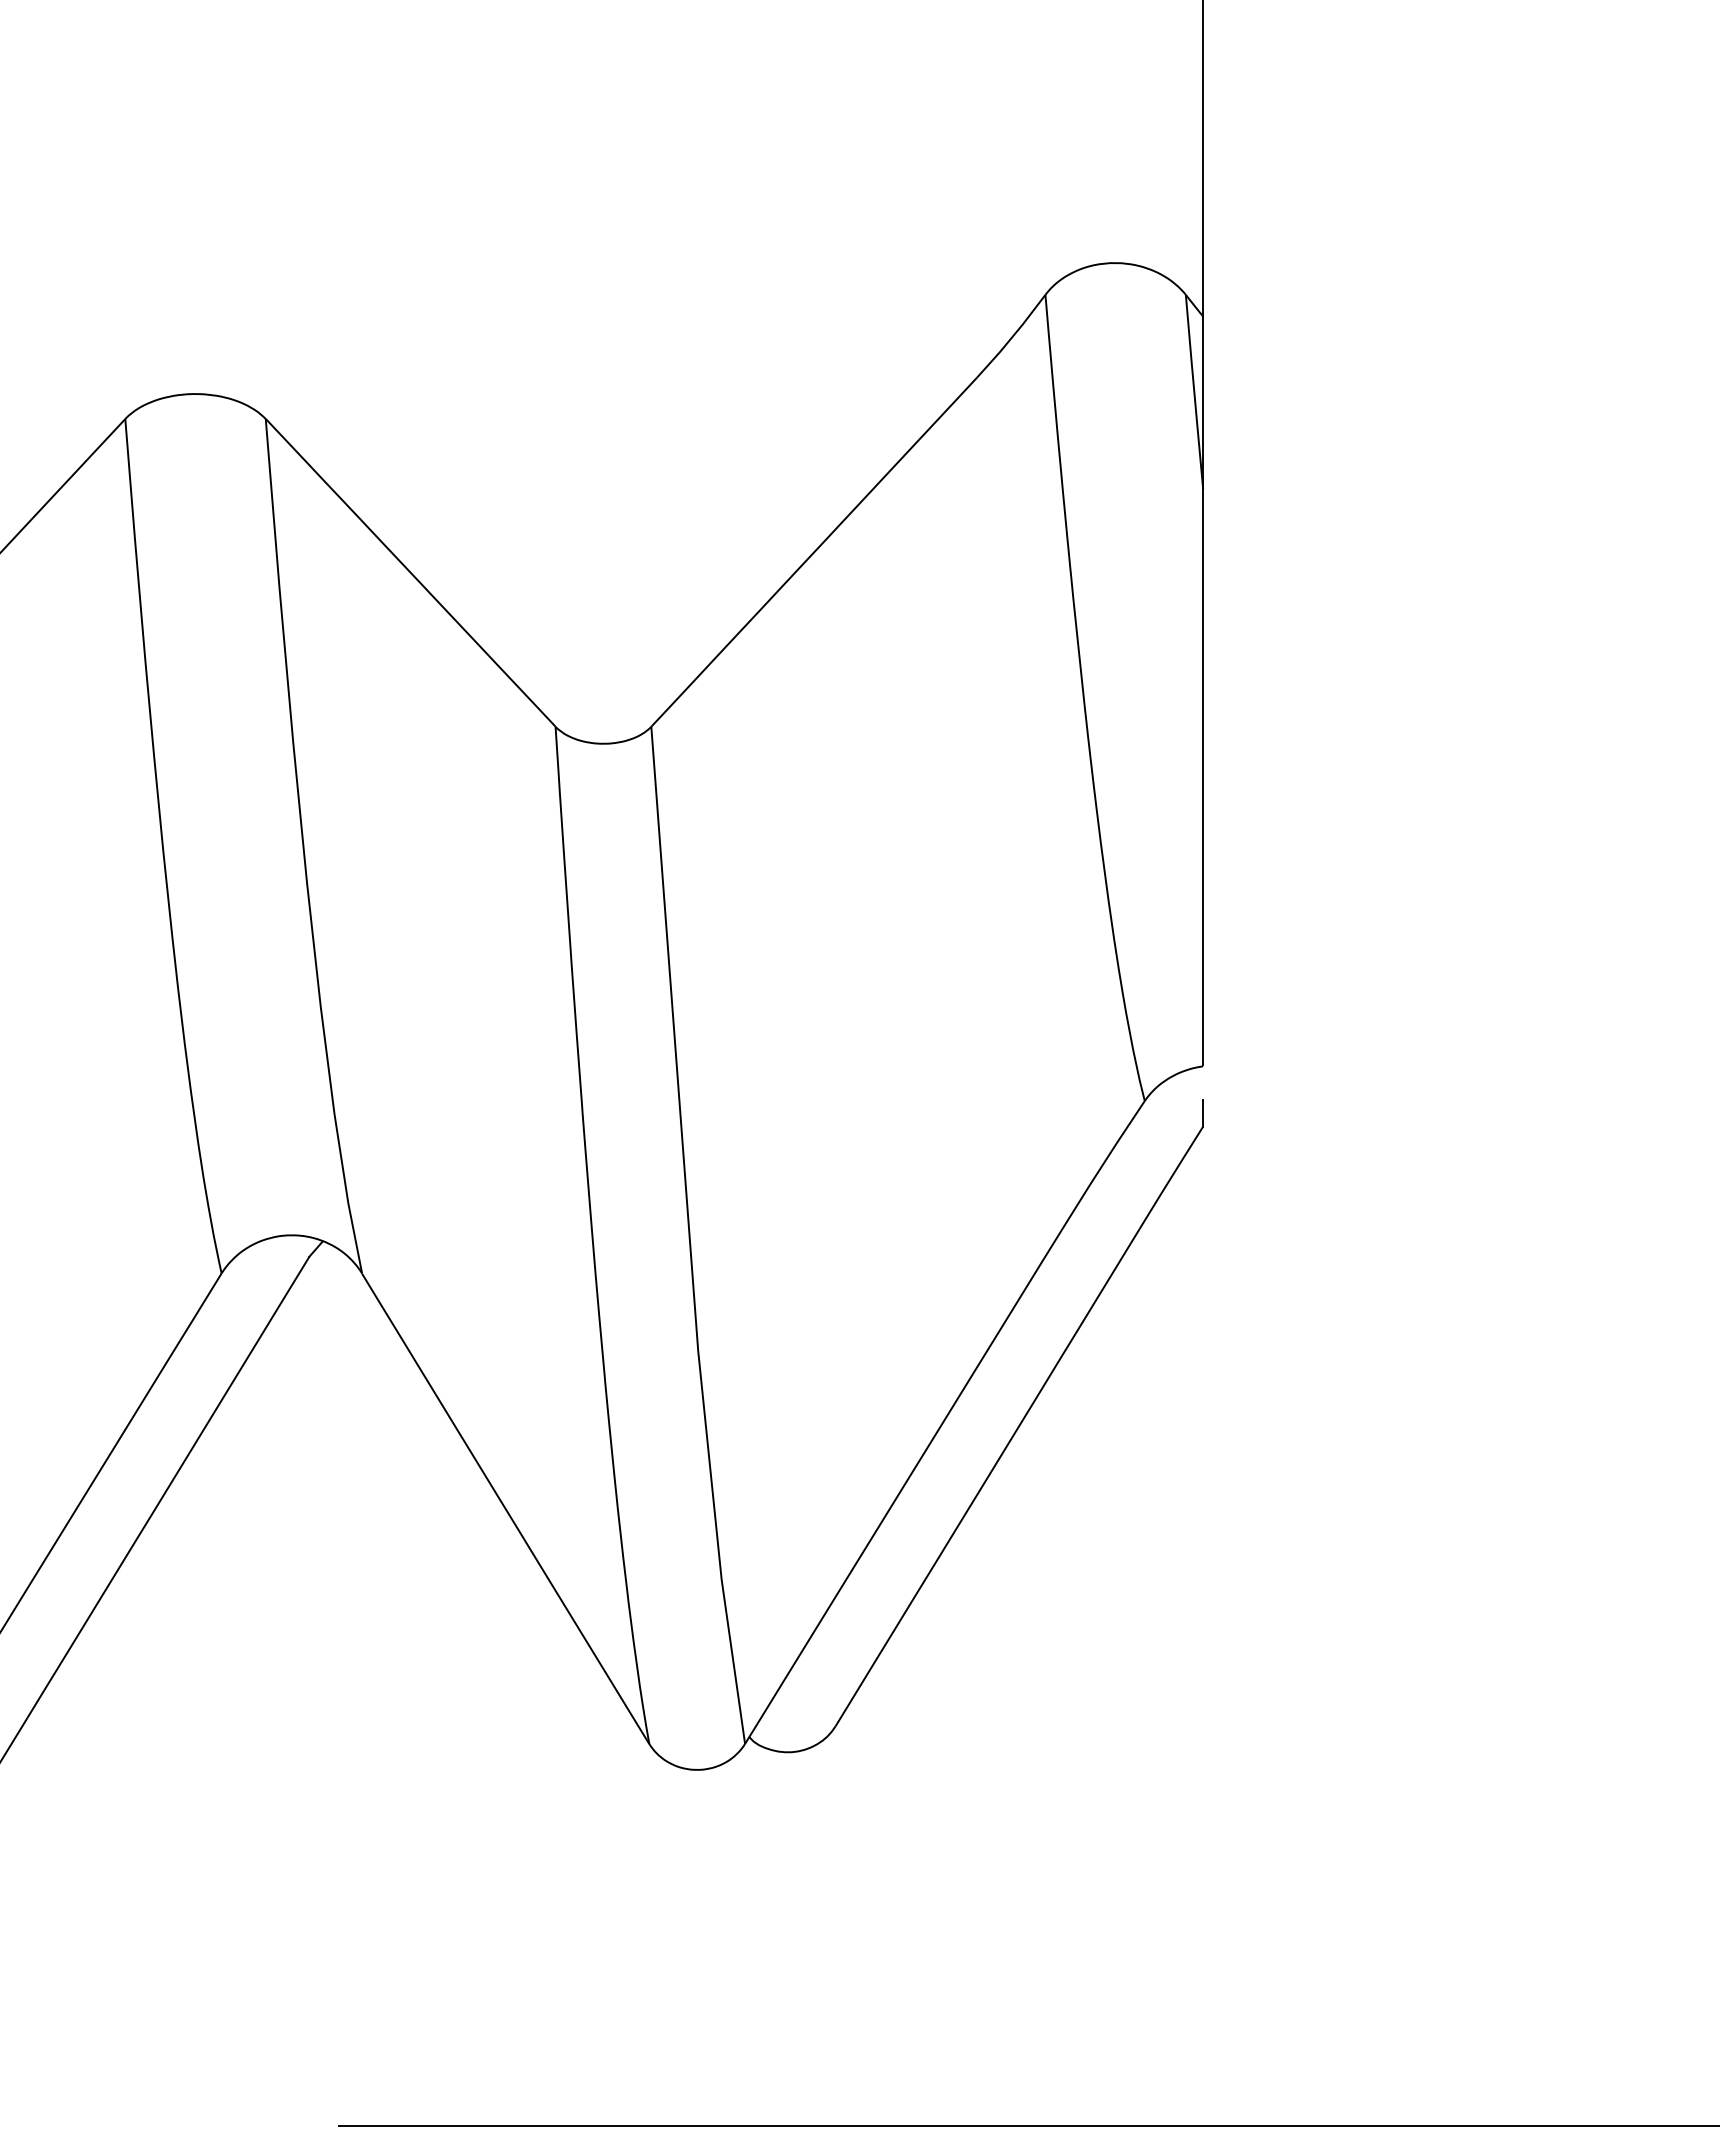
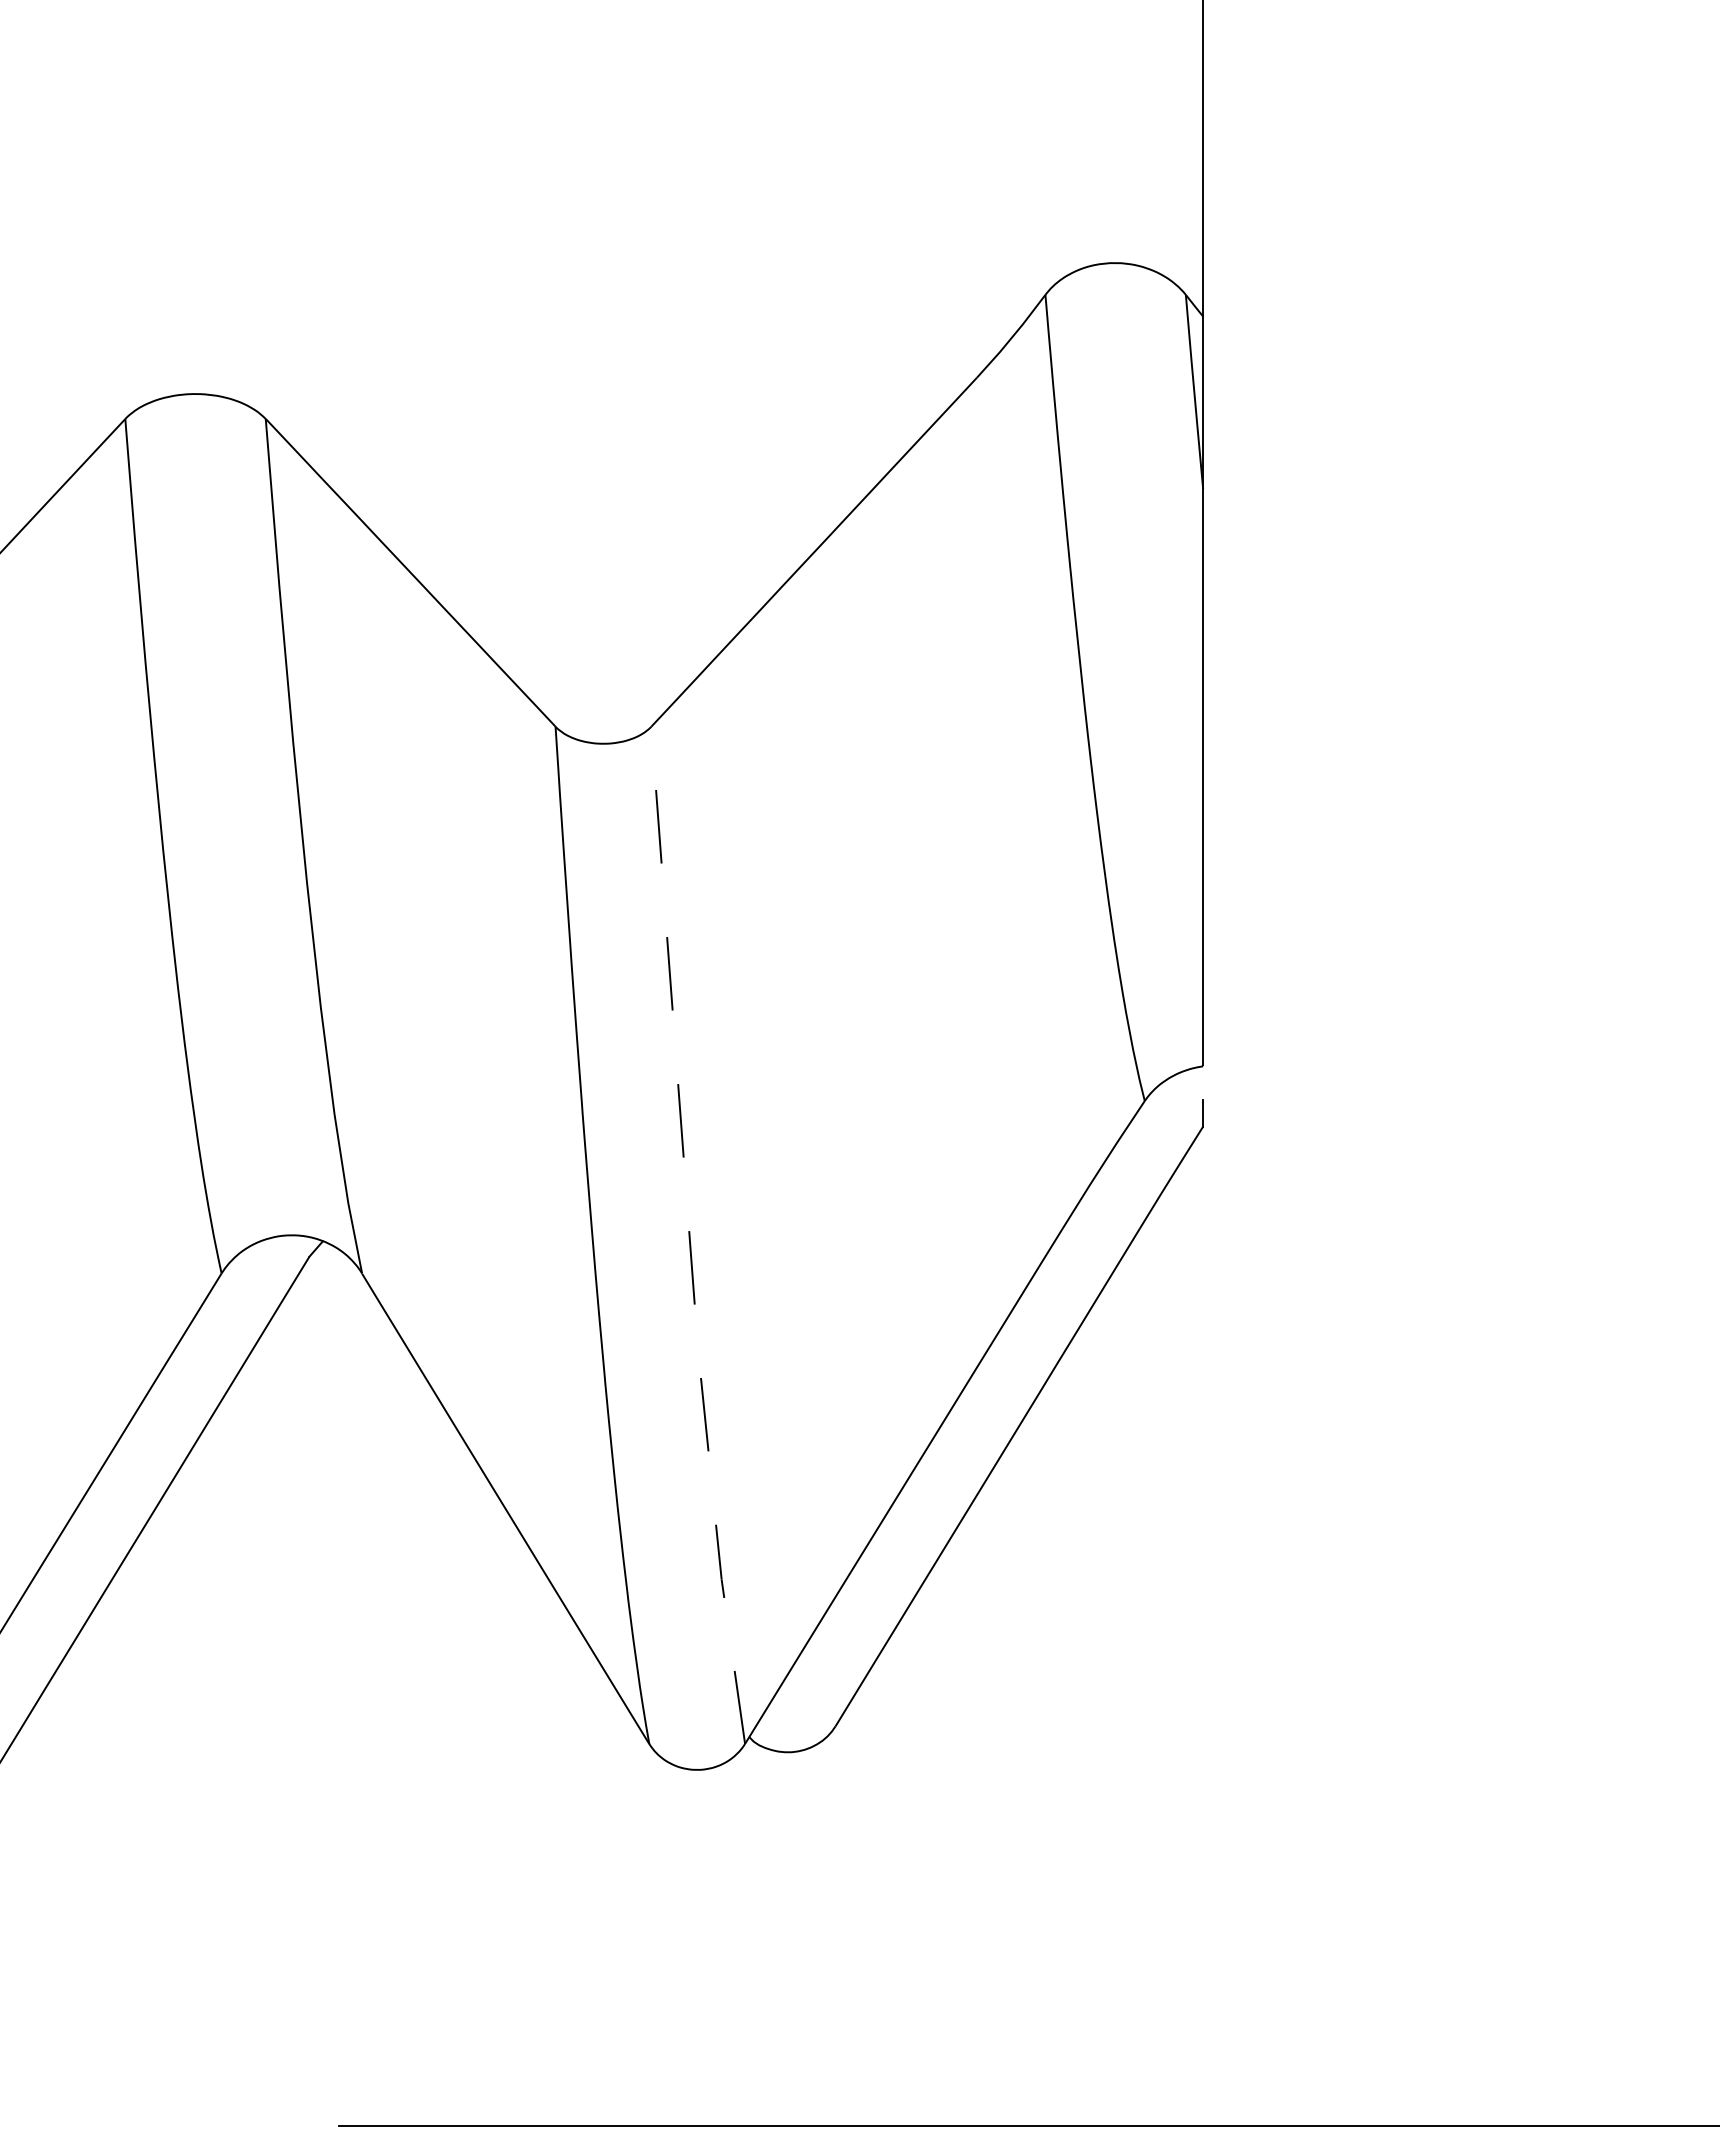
line at (689, 1237): solid -> dashed
